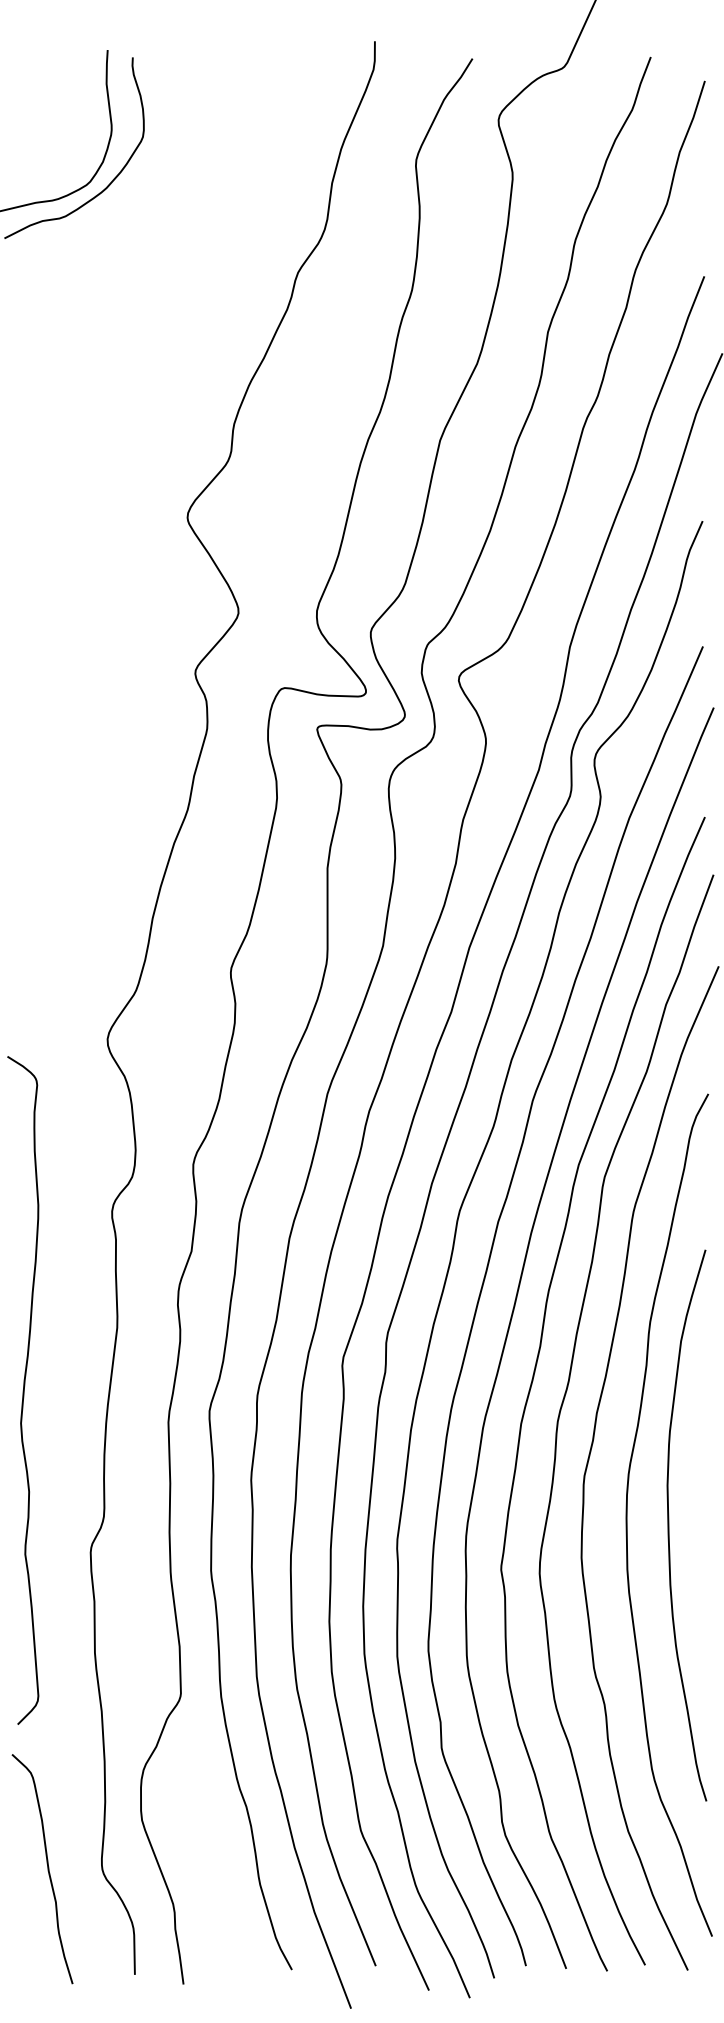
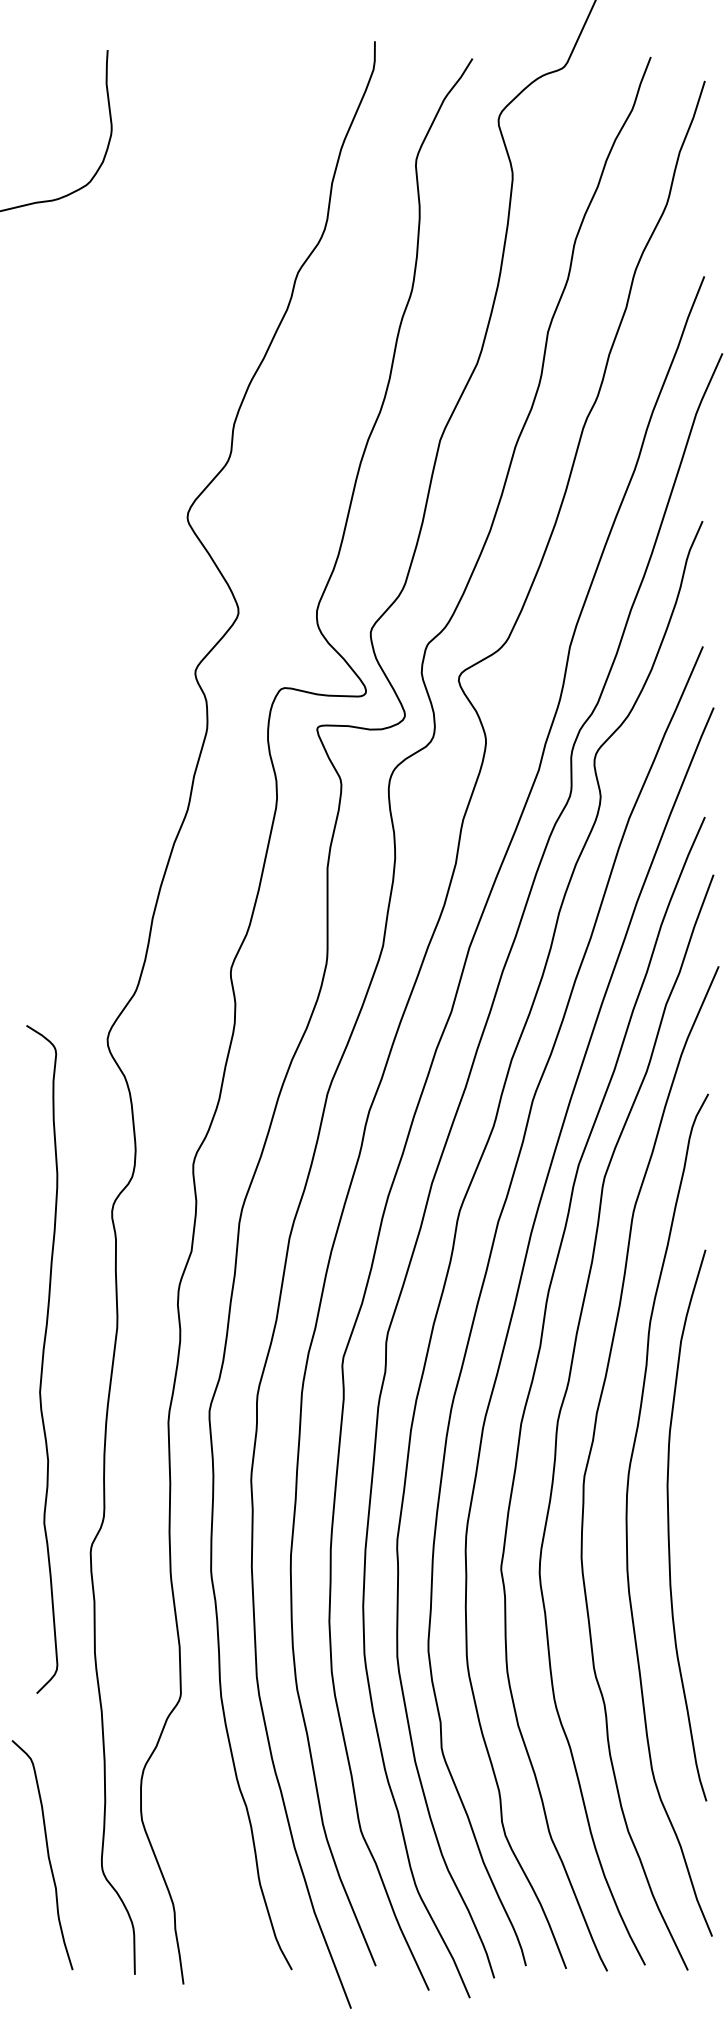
curve at (112, 179): present -> none
curve at (23, 1390) position: (23, 1390) -> (42, 1359)
curve at (47, 1869) position: (47, 1869) -> (47, 1855)
